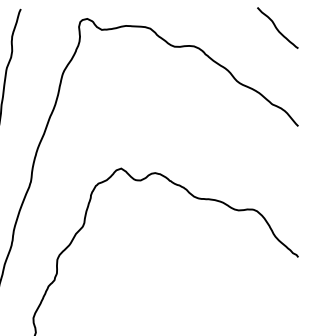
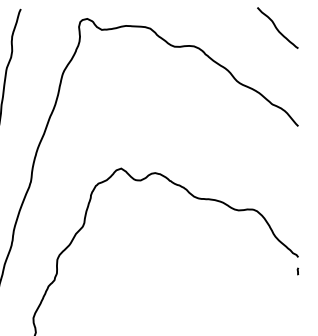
line at (297, 271): none -> present
